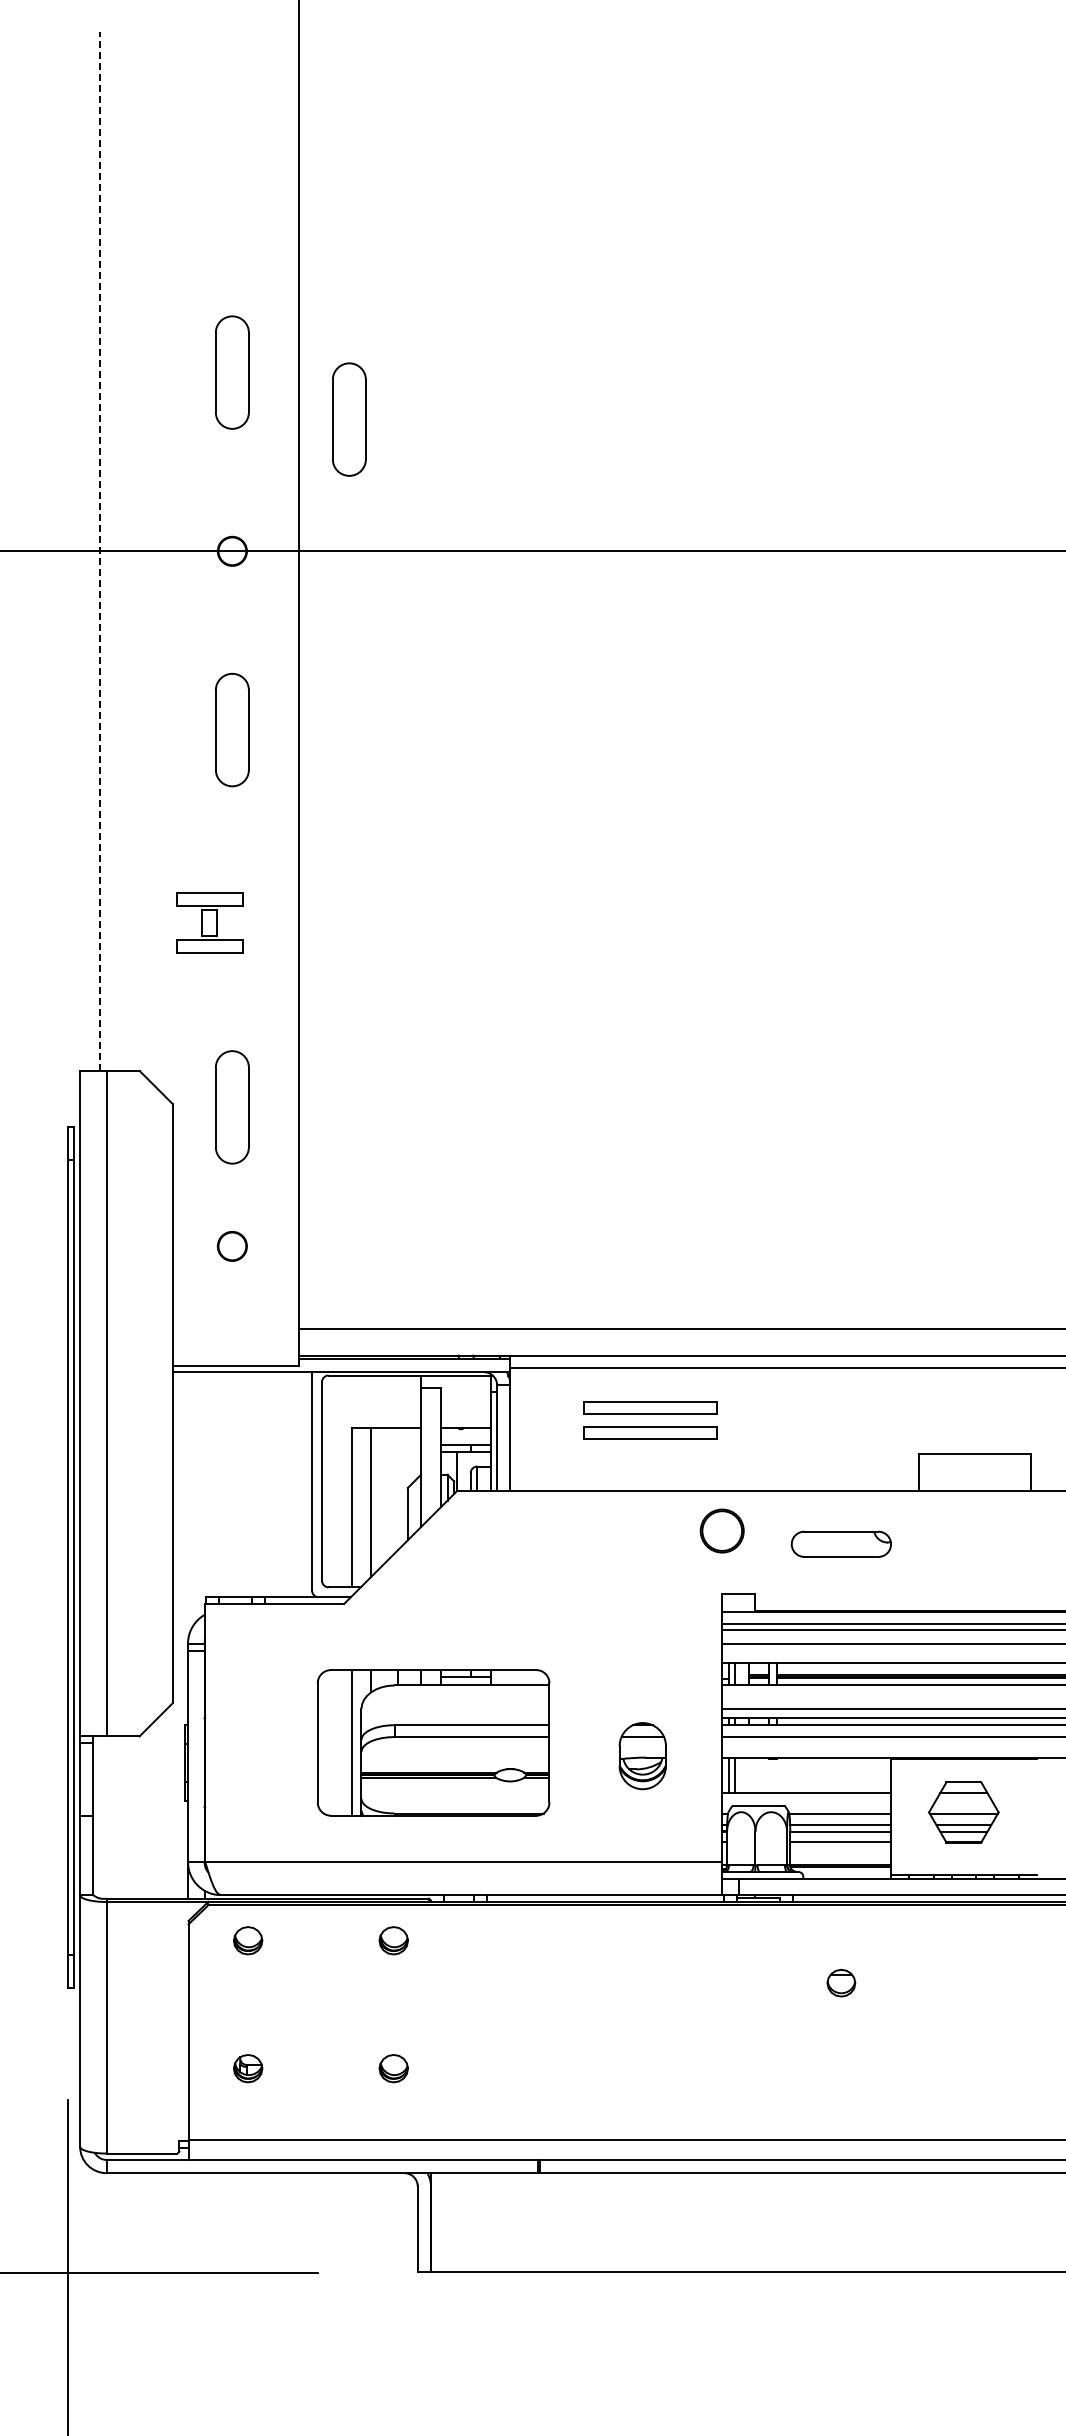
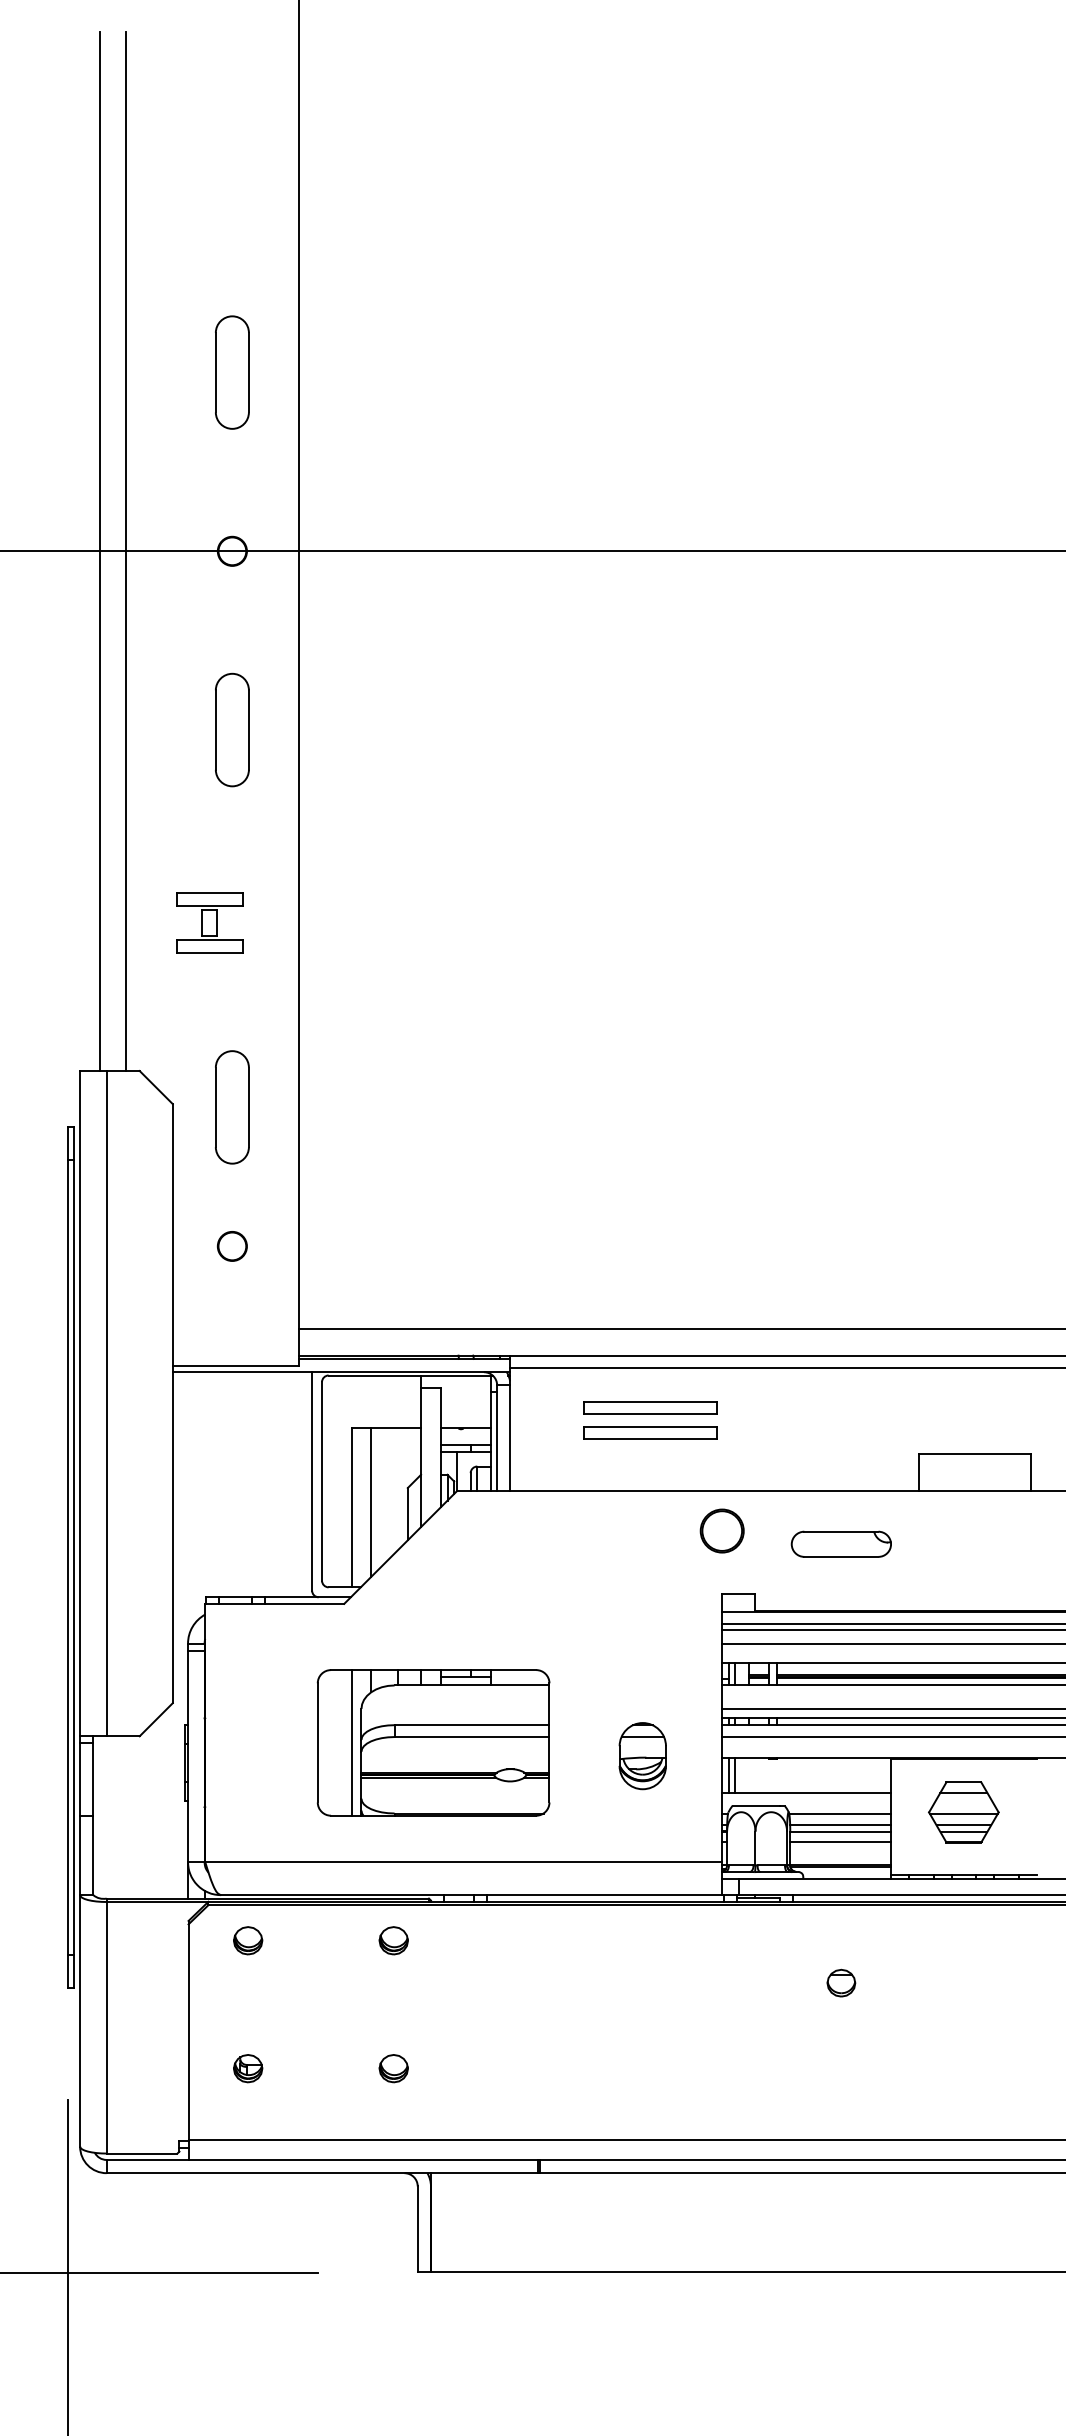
part at (349, 419): present -> none
line at (99, 551): dashed -> solid
line at (126, 551): none -> present
